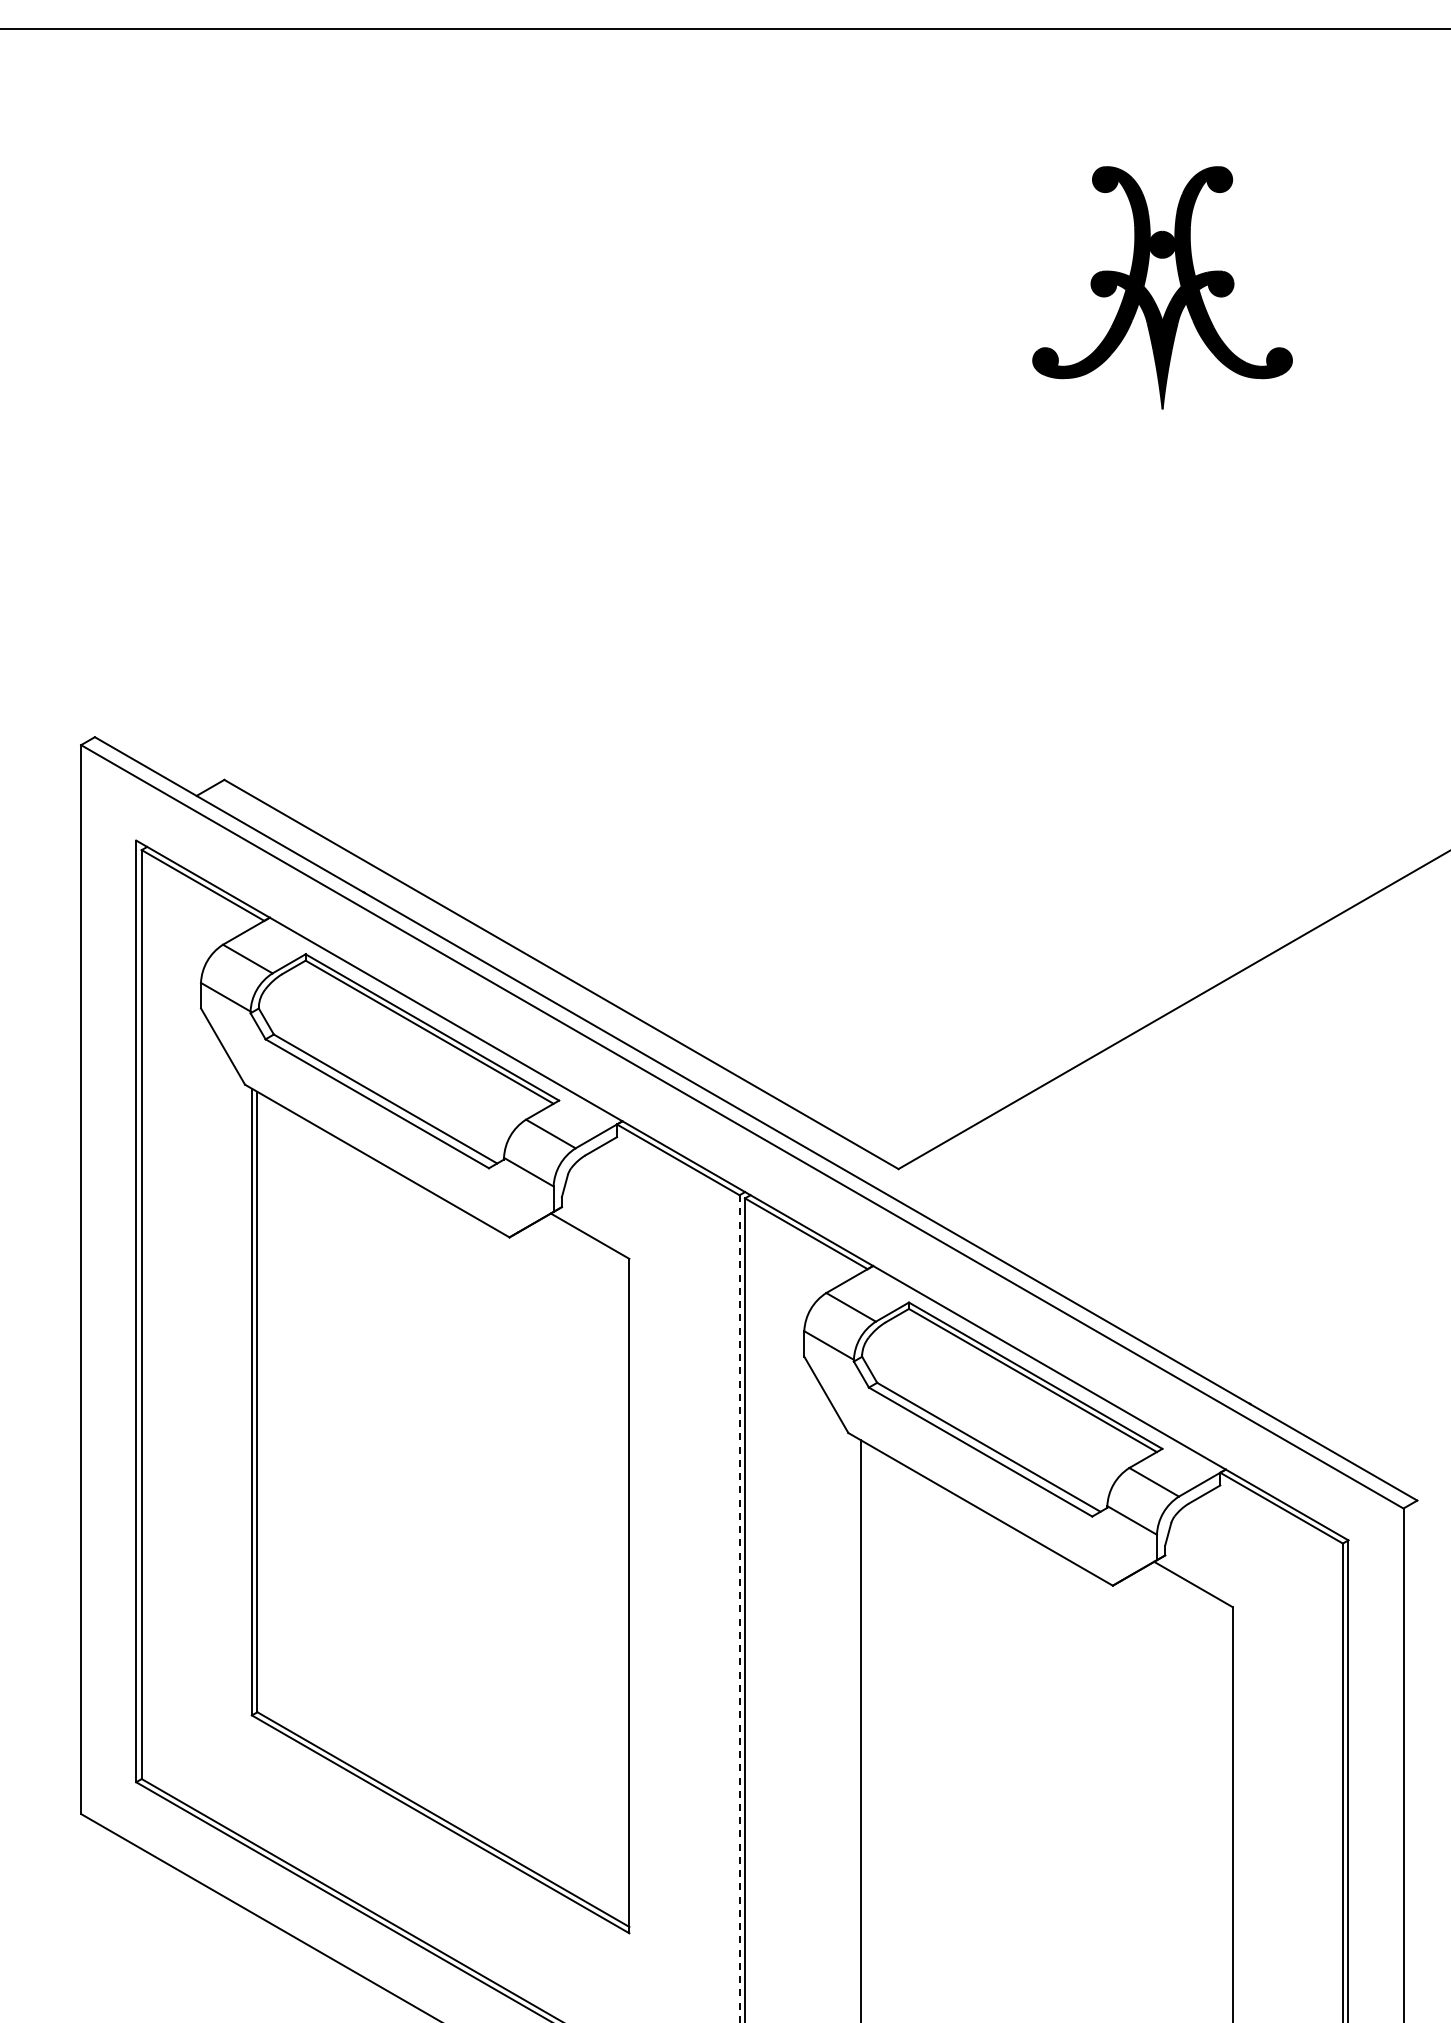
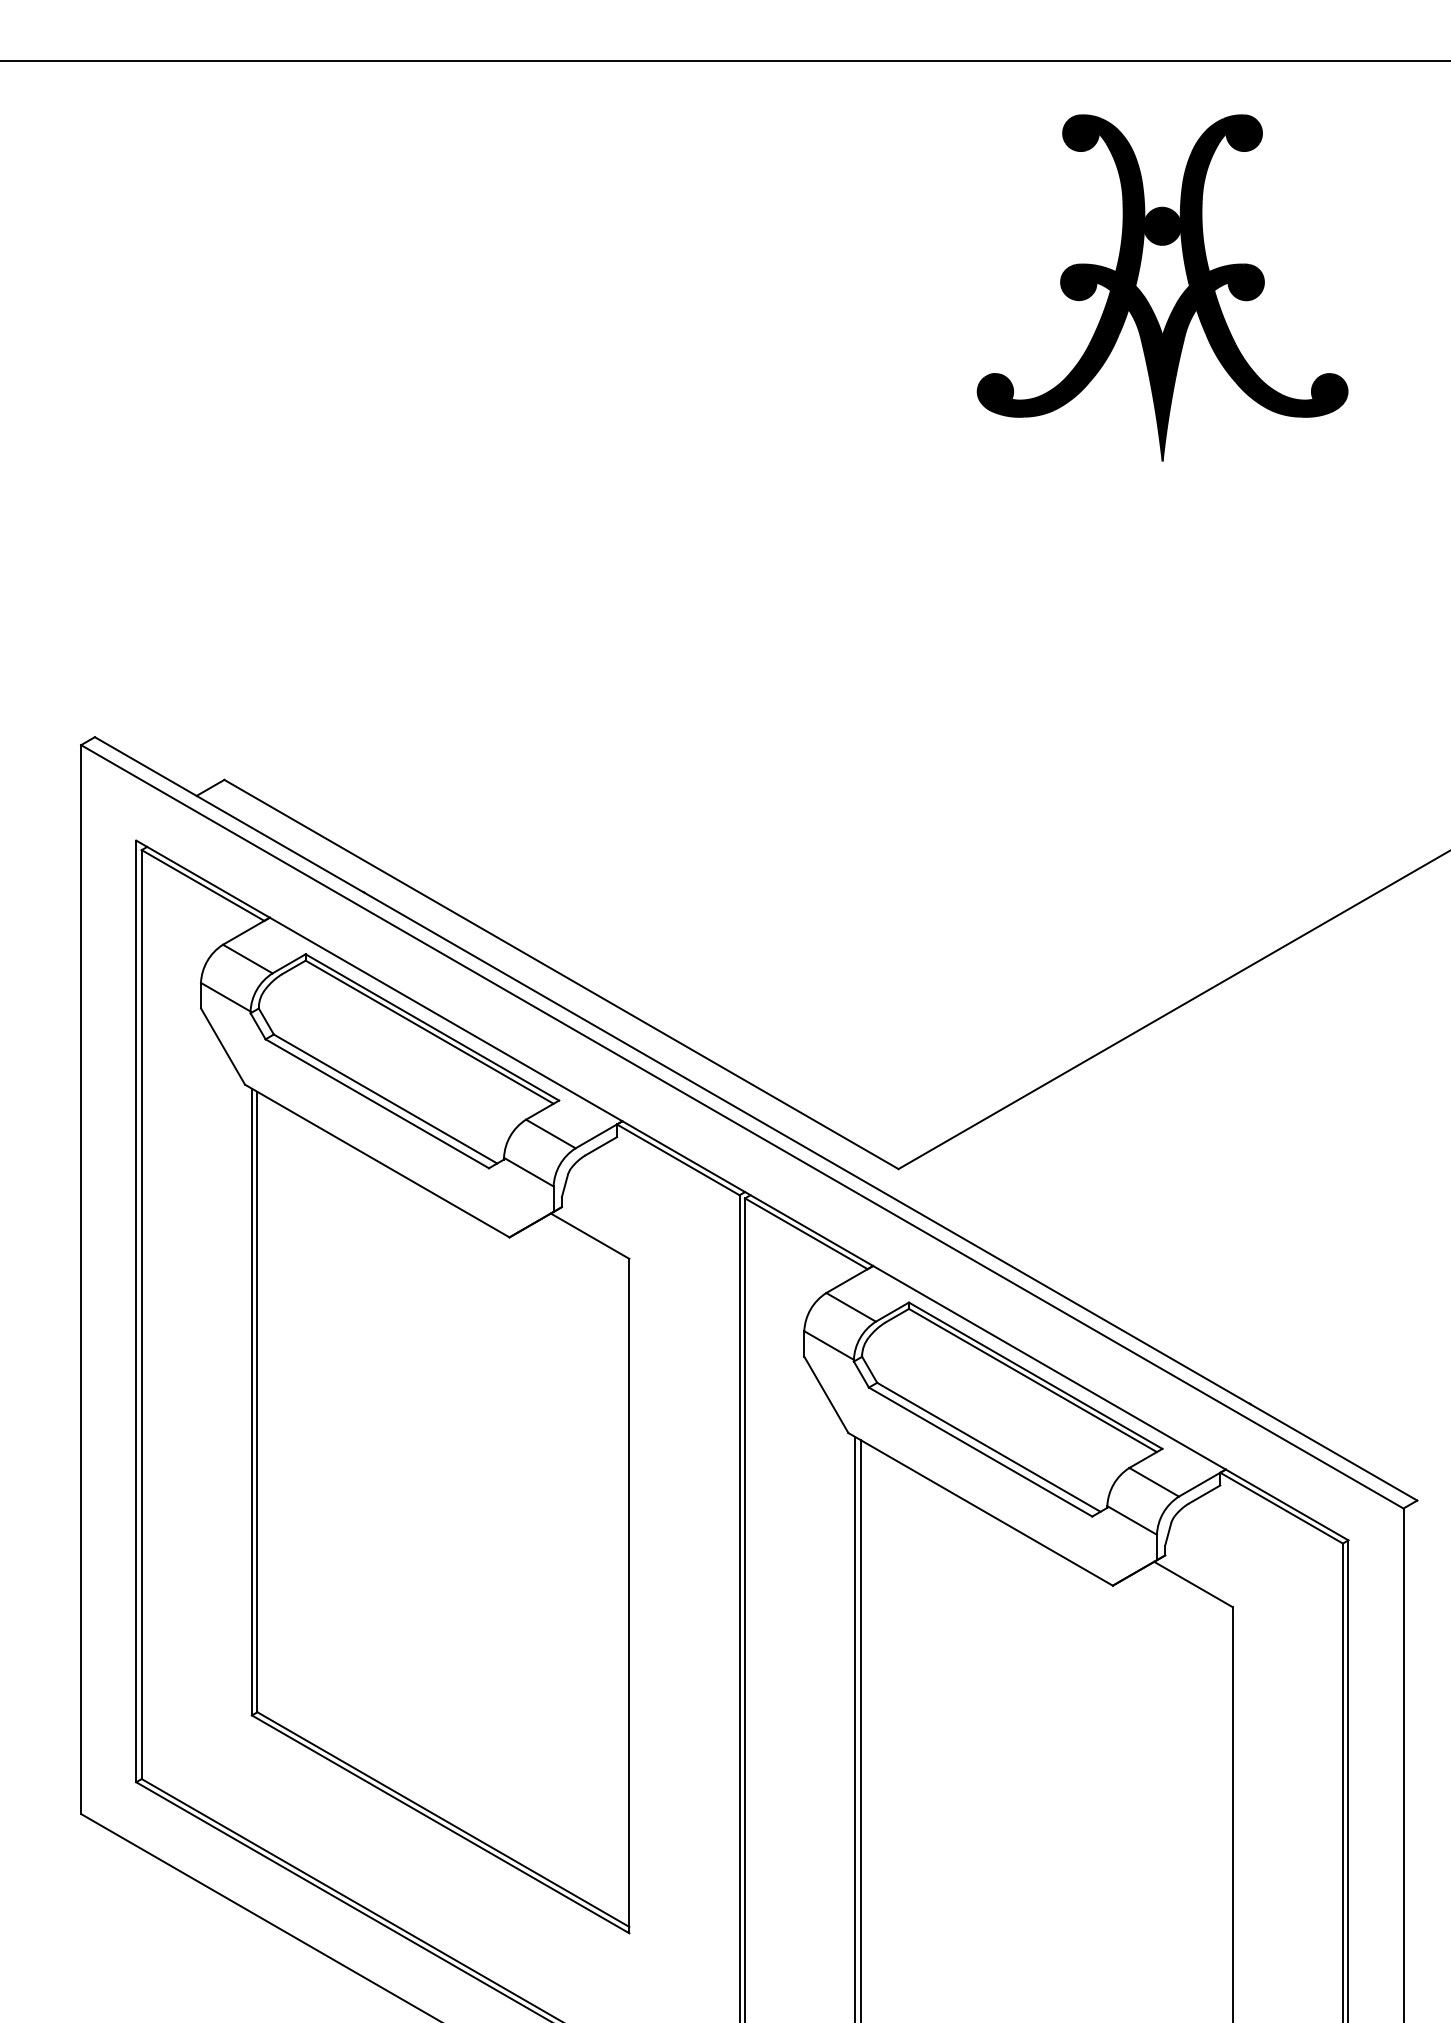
line at (724, 28) position: (724, 28) -> (724, 60)
part at (1162, 287) size: 261x244 px -> 373x348 px
line at (739, 1609): dashed -> solid
line at (855, 1727): none -> present
